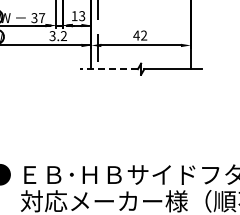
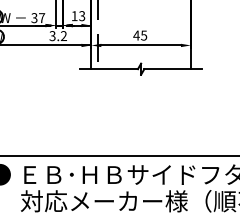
text at (144, 35): 42 -> 45
line at (109, 69): dashed -> solid
line at (119, 155): none -> present
